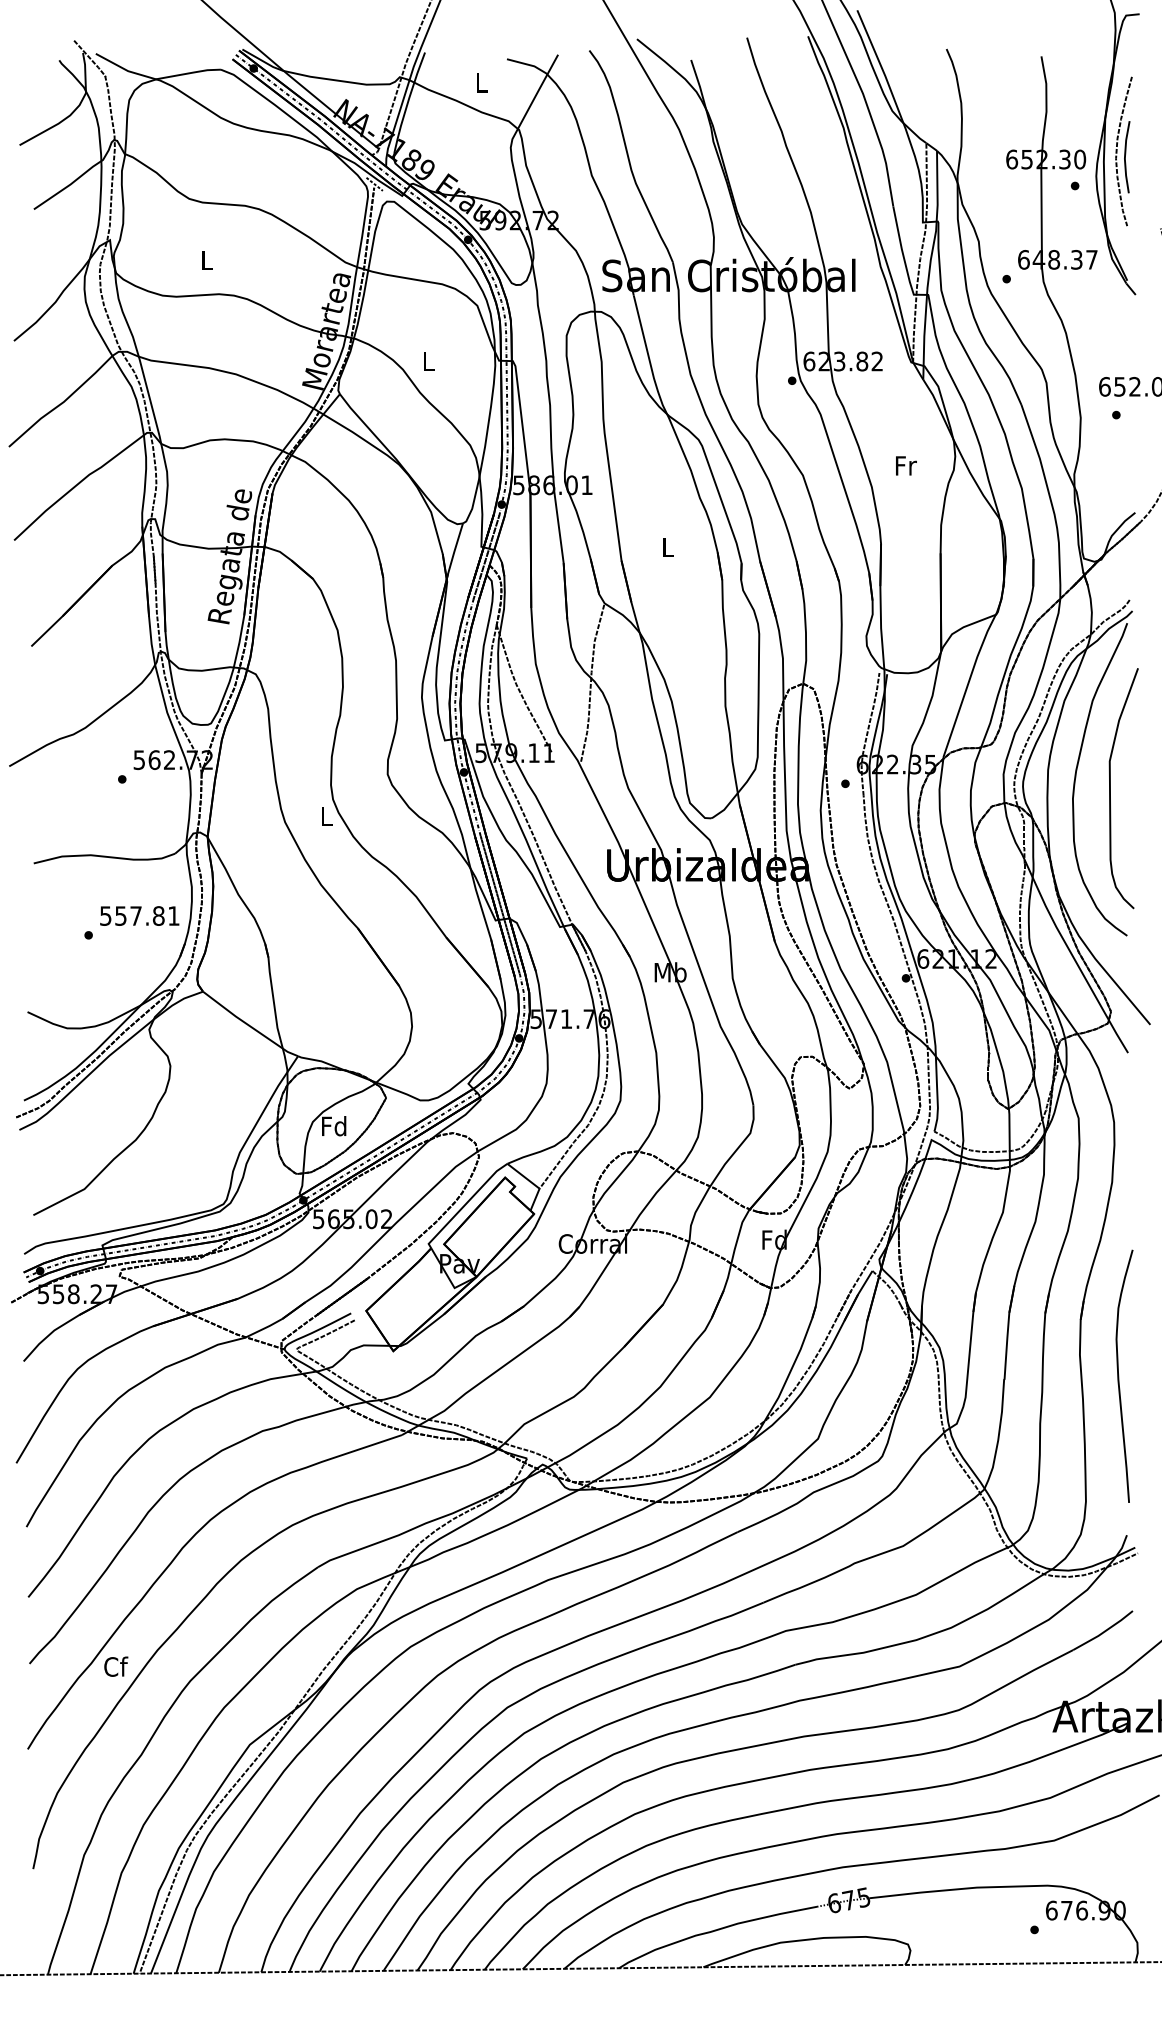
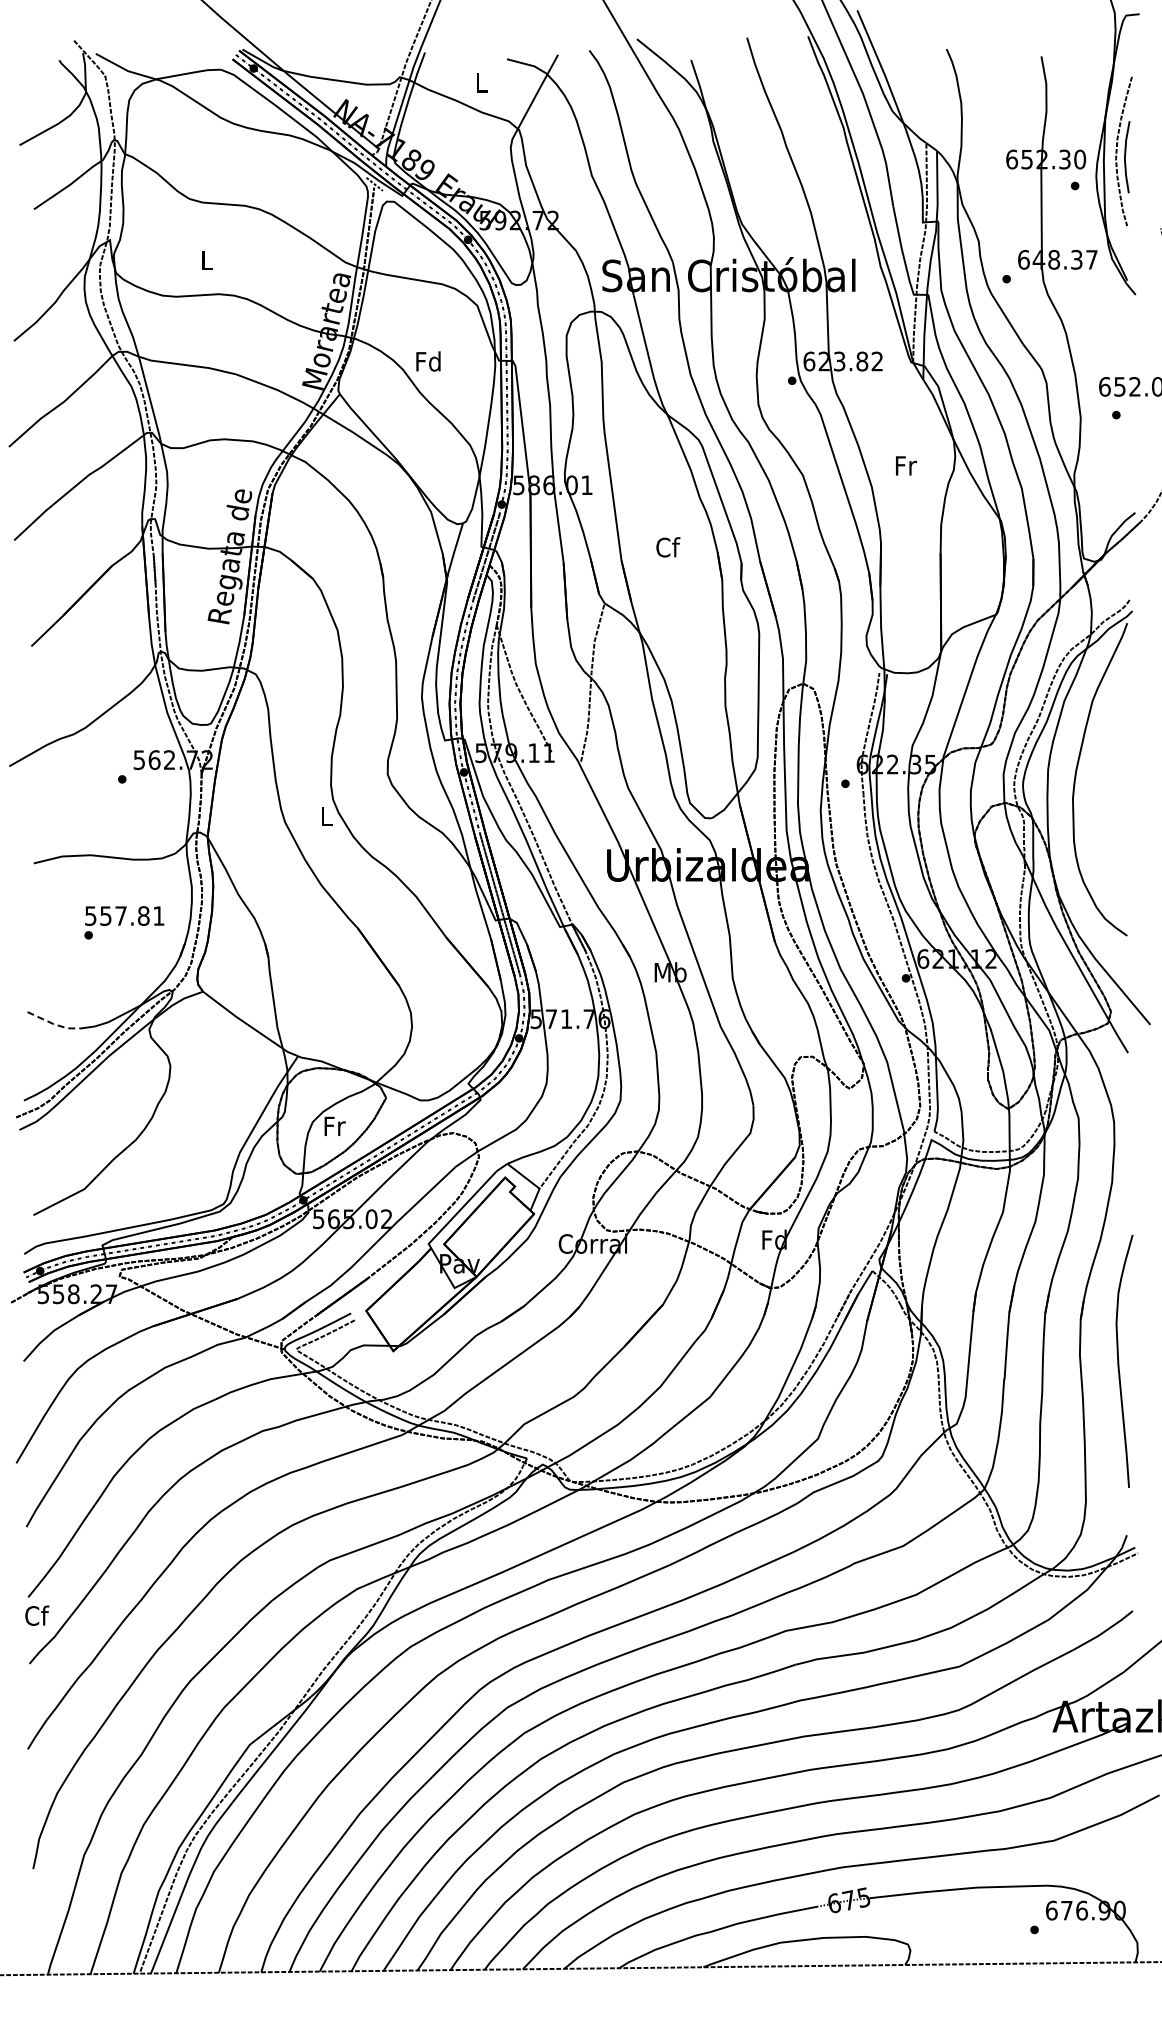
text at (428, 361): L -> Fd
text at (668, 547): L -> Cf
curve at (1110, 788): present -> none
text at (139, 915) position: (139, 915) -> (124, 915)
line at (53, 1023): solid -> dashed
text at (334, 1126): Fd -> Fr
curve at (1119, 1375) position: (1119, 1375) -> (1119, 1360)
text at (116, 1666) position: (116, 1666) -> (37, 1615)
